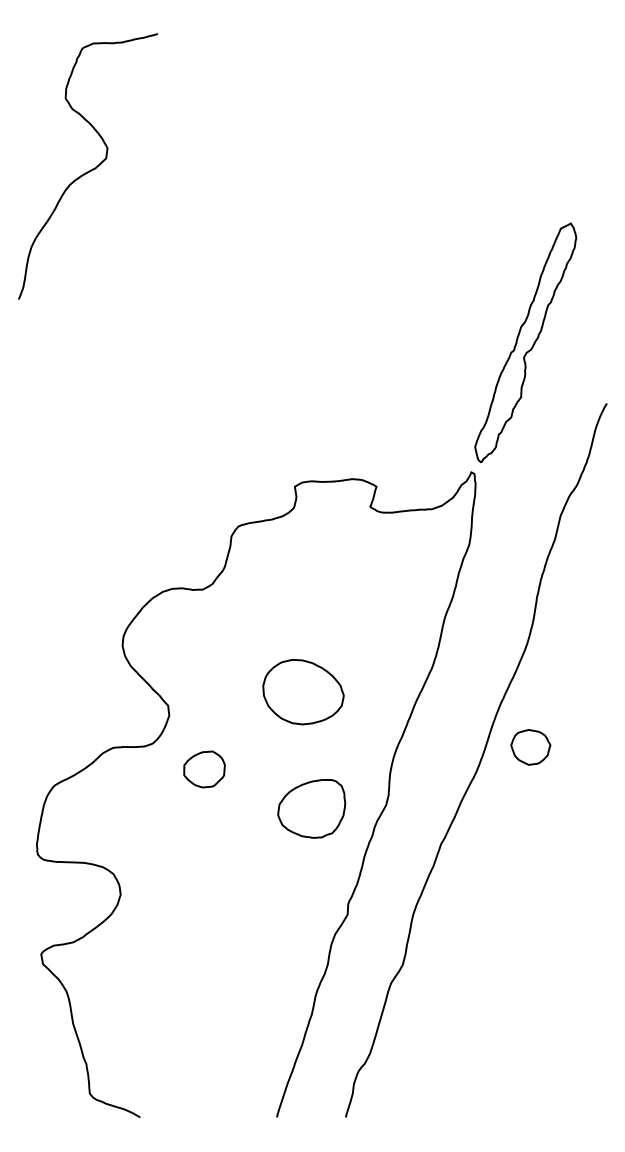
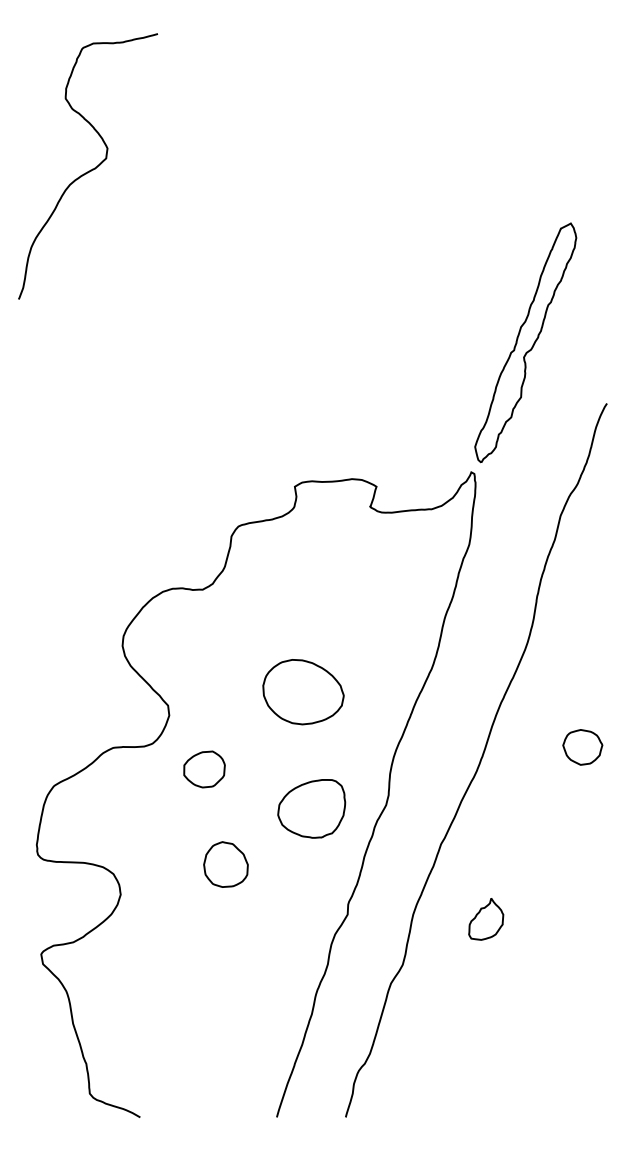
part at (530, 747) position: (530, 747) -> (582, 747)
part at (225, 864): none -> present
part at (486, 919): none -> present
